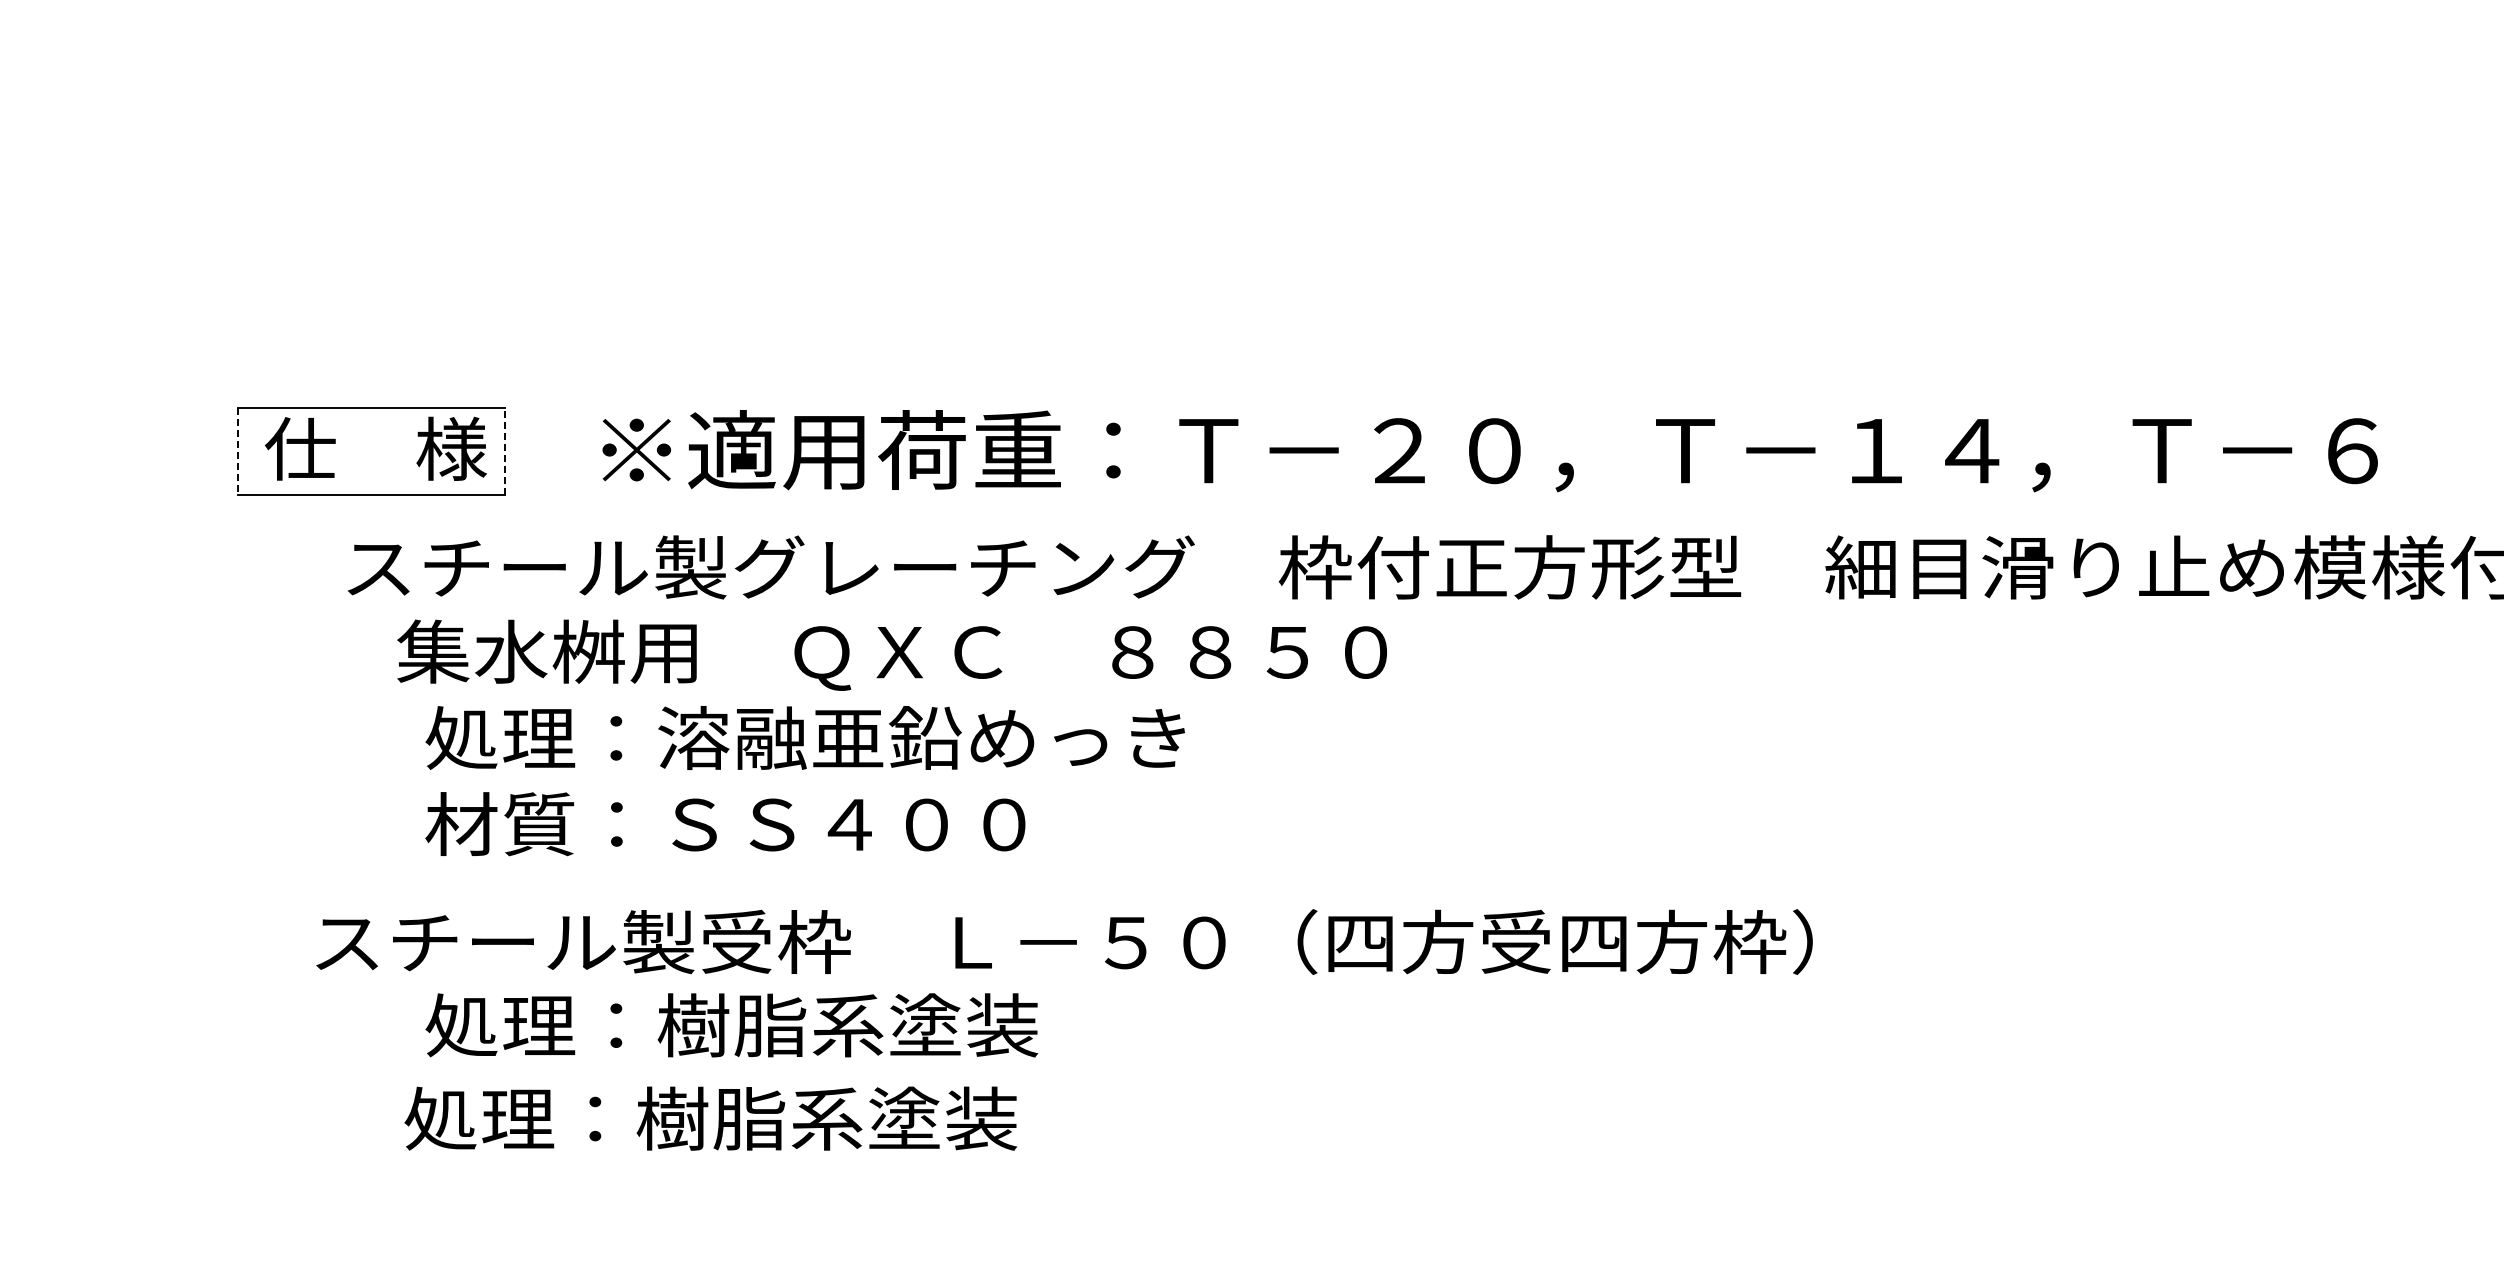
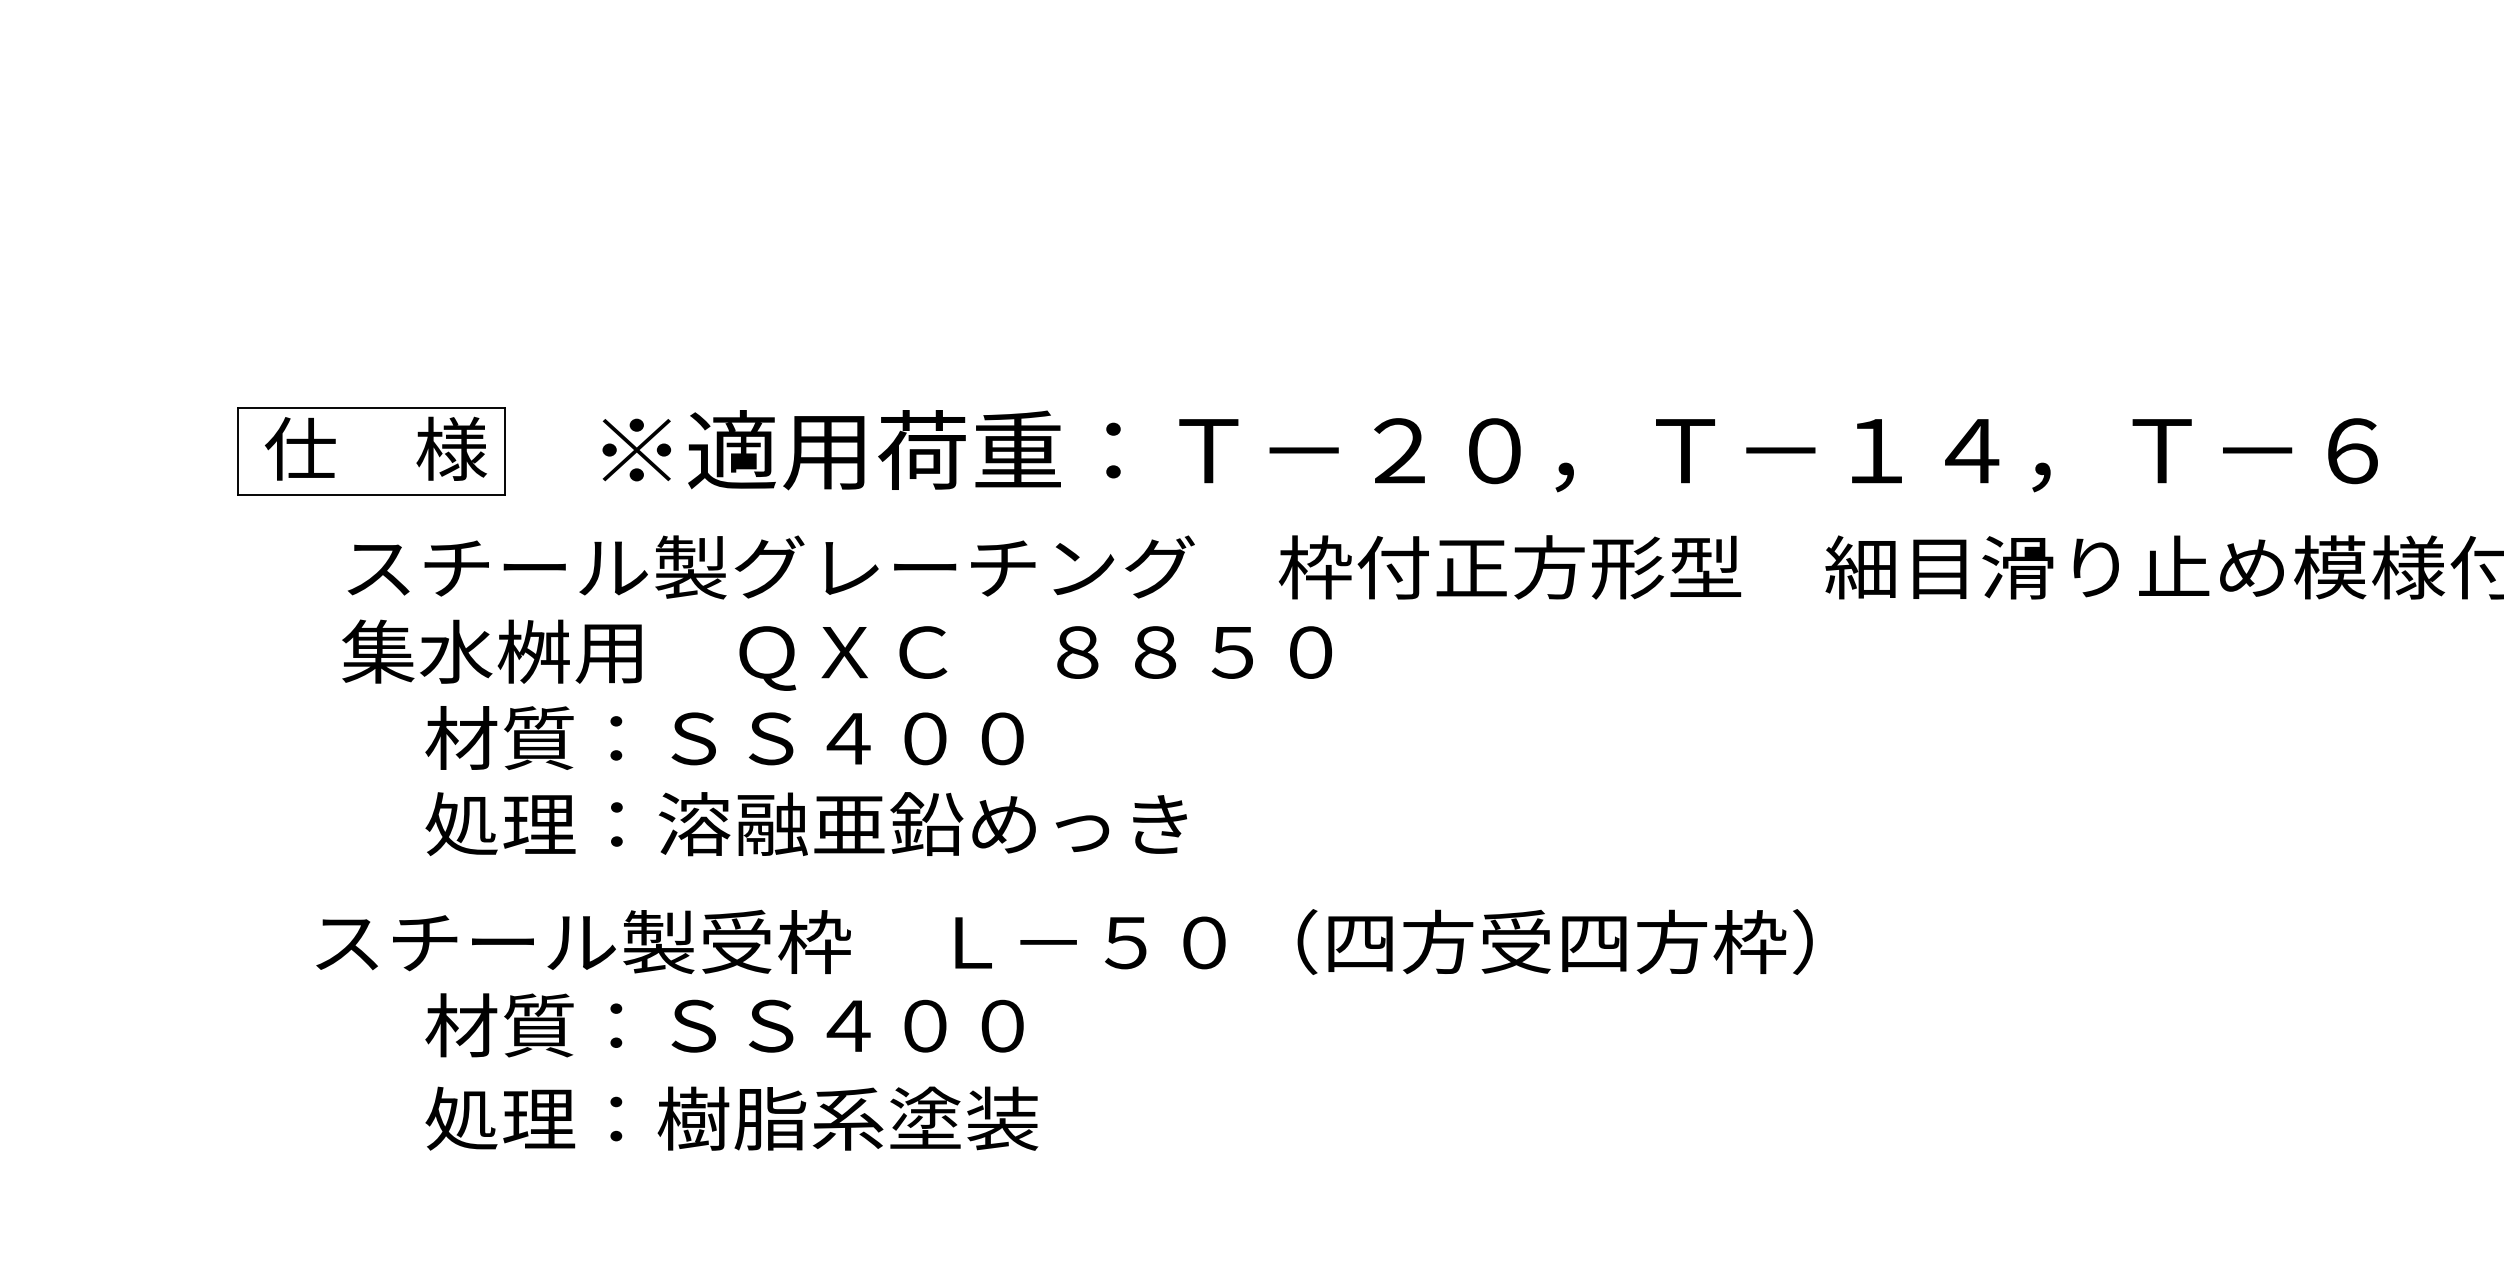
line at (238, 451): dashed -> solid
line at (505, 451): dashed -> solid
text at (891, 654) position: (891, 654) -> (836, 654)
text at (804, 738): 処理：溶融亜鉛めっき -> 材質：ＳＳ４００
text at (806, 824): 材質：ＳＳ４００ -> 処理：溶融亜鉛めっき
text at (731, 1025): 処理：樹脂系塗装 -> 材質：ＳＳ４００
text at (710, 1118) position: (710, 1118) -> (731, 1118)
